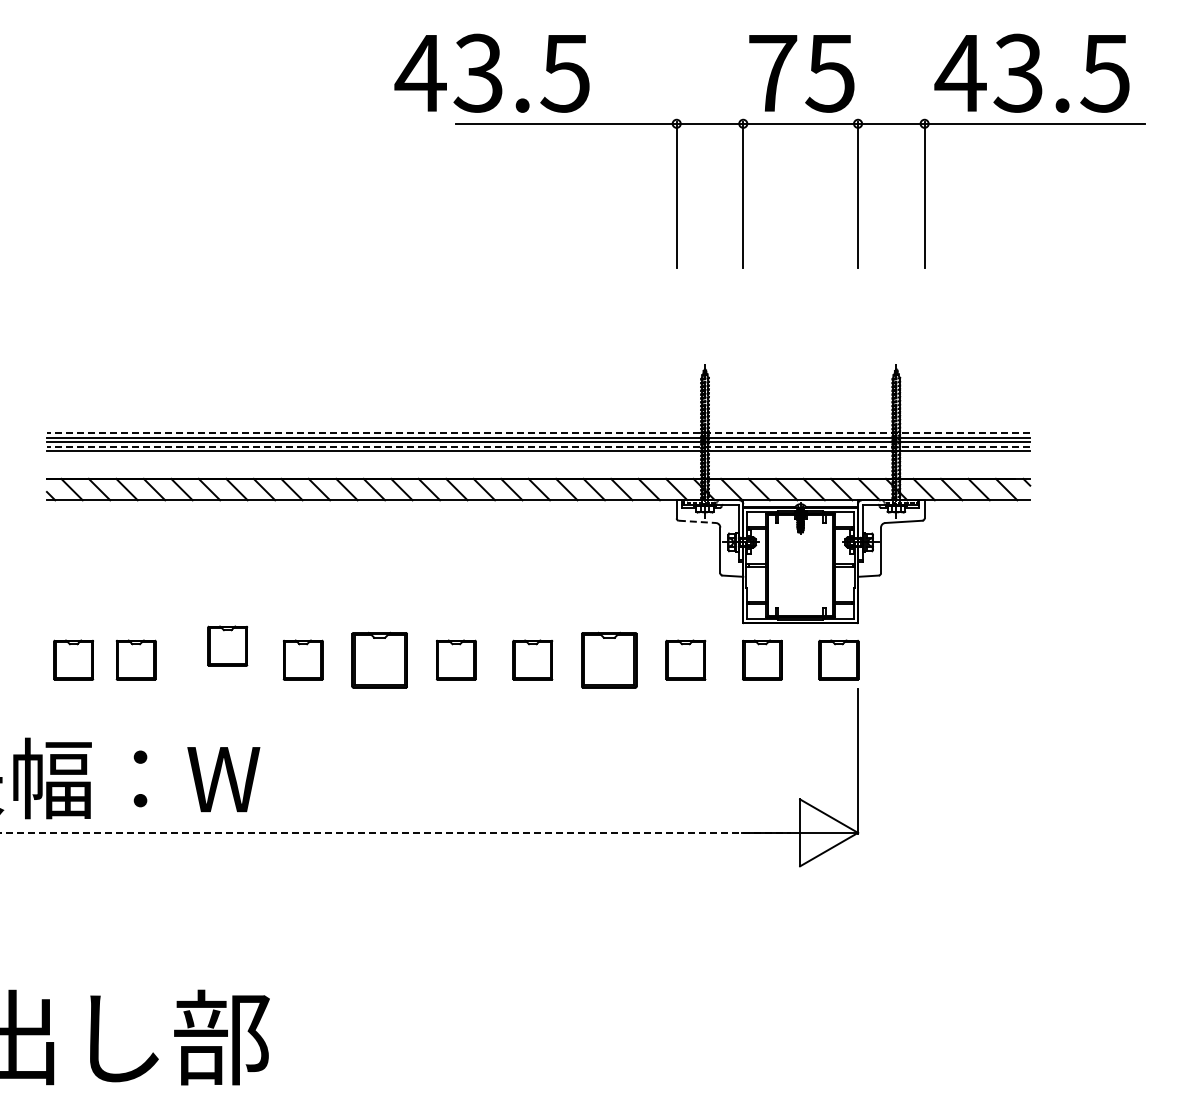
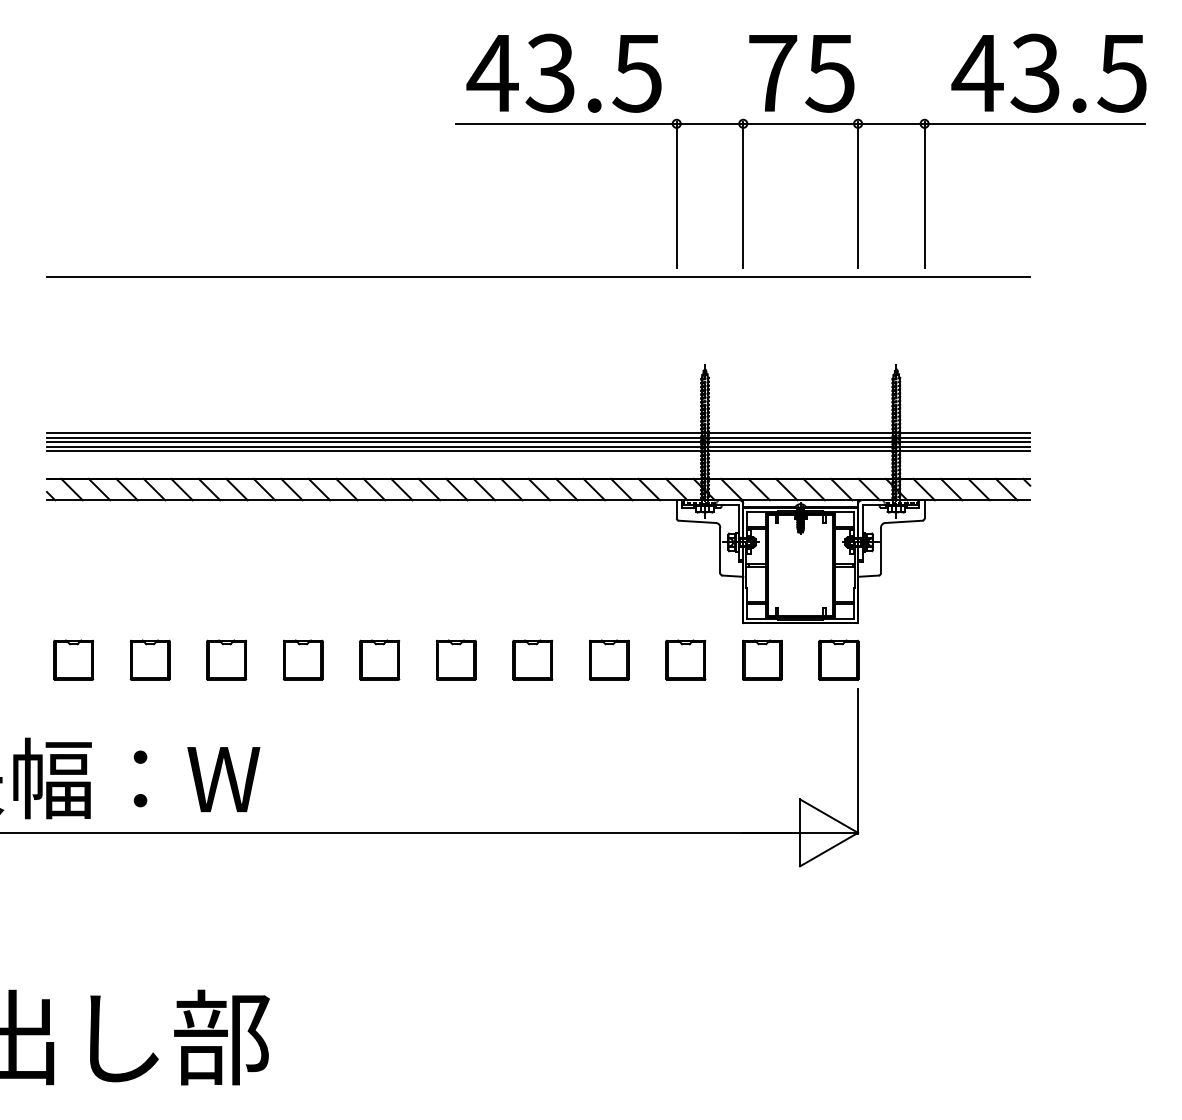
text at (491, 72) position: (491, 72) -> (563, 72)
text at (1031, 72) position: (1031, 72) -> (1048, 72)
line at (538, 276): none -> present
line at (538, 432): dashed -> solid
line at (538, 446): dashed -> solid
line at (697, 521): dashed -> solid
part at (227, 645) position: (227, 645) -> (226, 659)
part at (135, 659) position: (135, 659) -> (149, 659)
part at (379, 659) size: 57x58 px -> 42x42 px
part at (609, 659) size: 57x58 px -> 41x42 px
line at (396, 832): dashed -> solid
